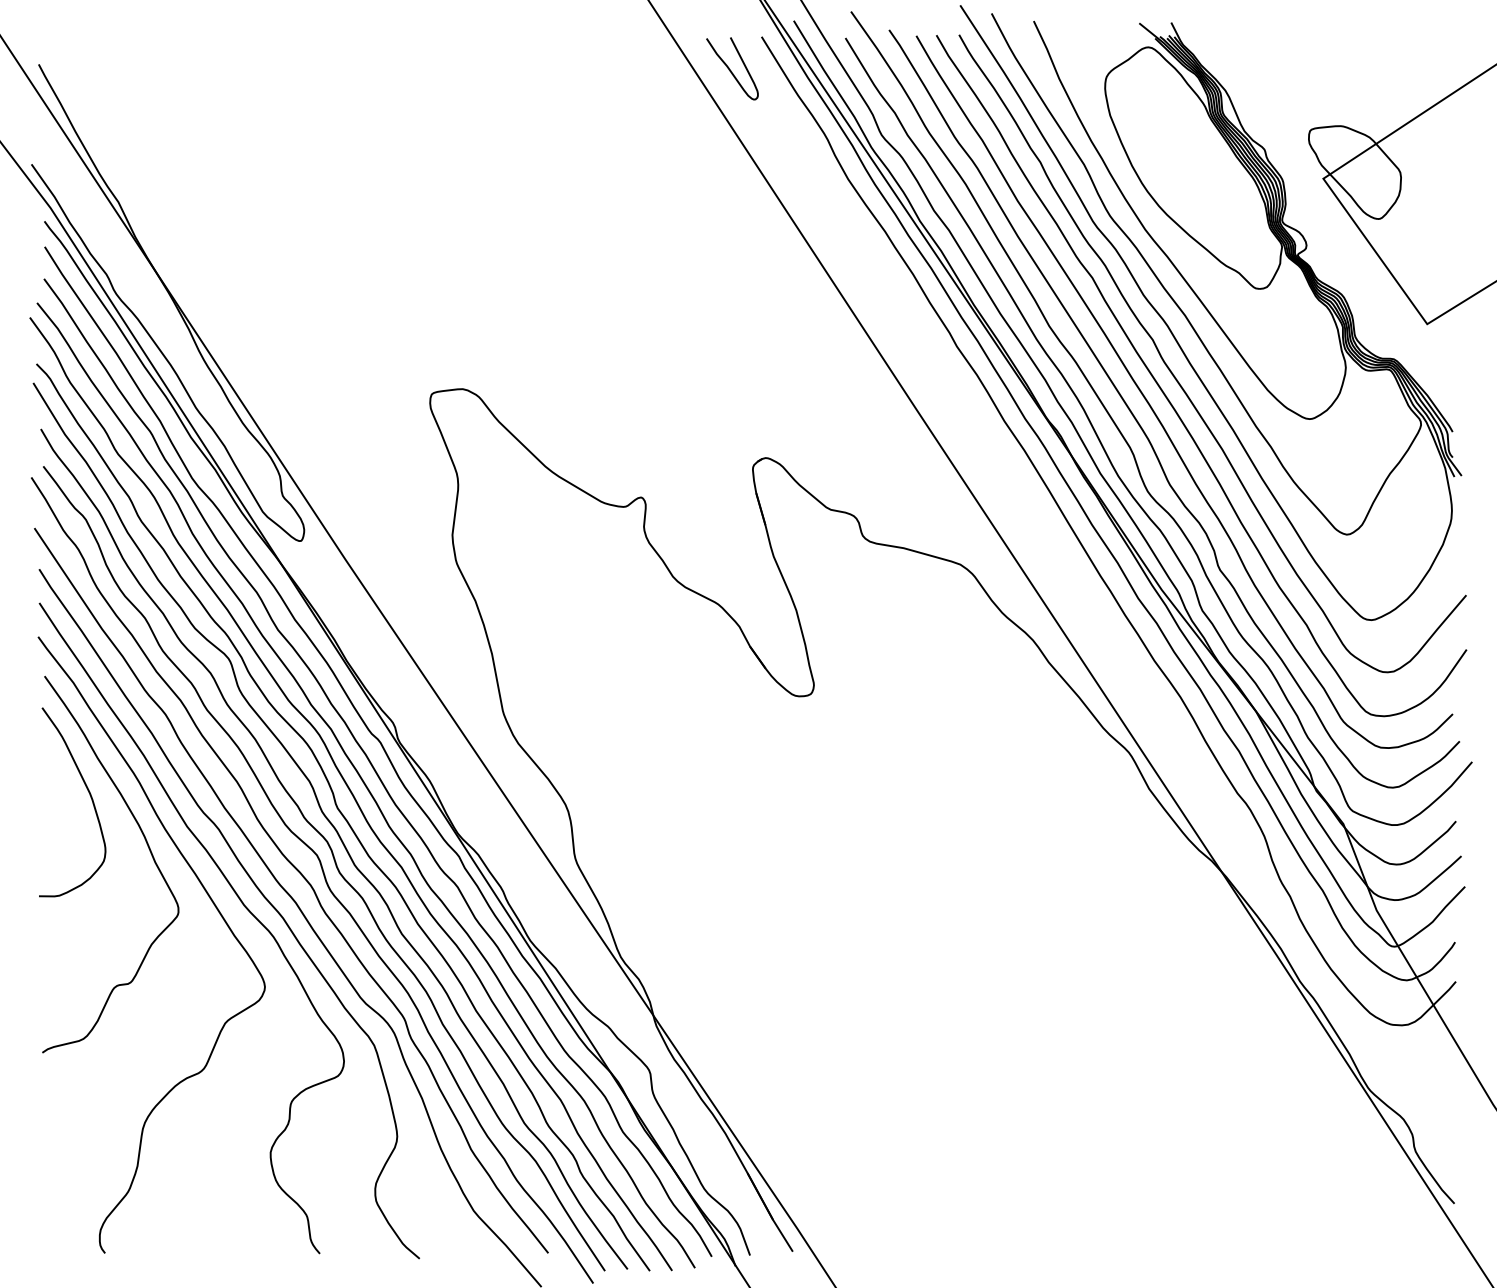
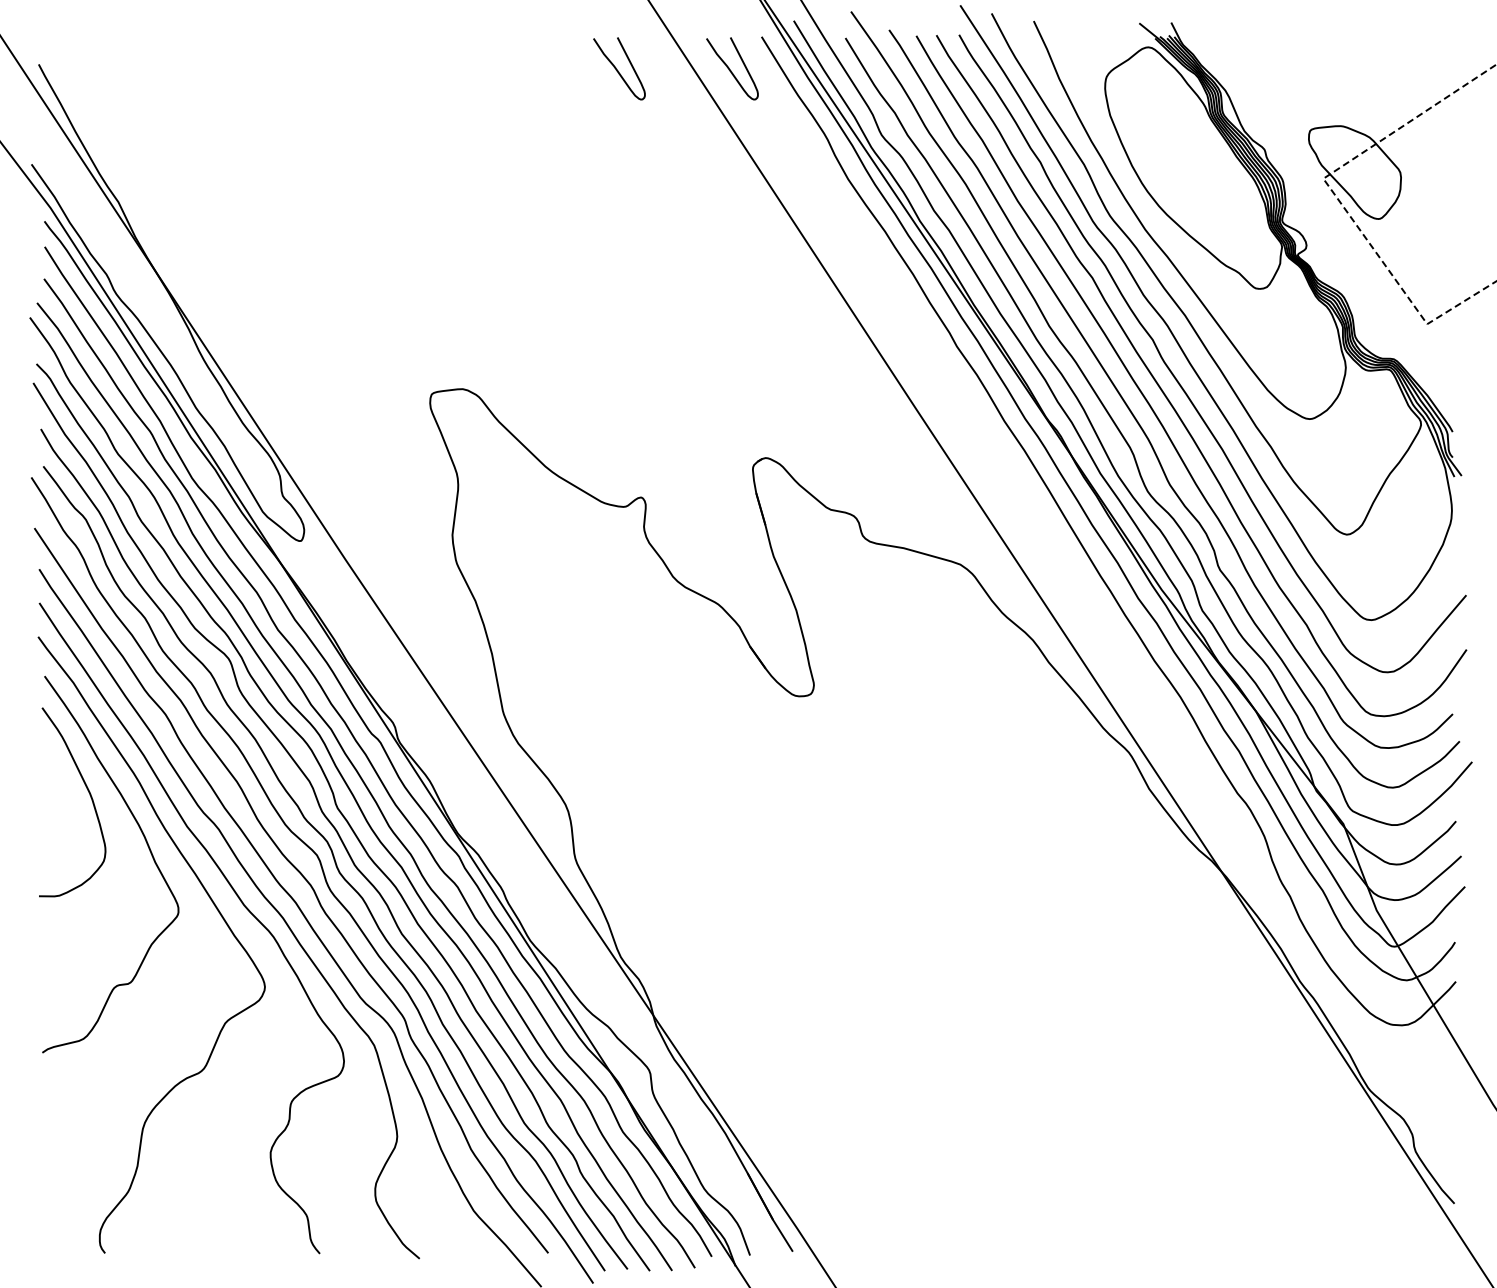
curve at (617, 69): none -> present
line at (1338, 199): solid -> dashed
